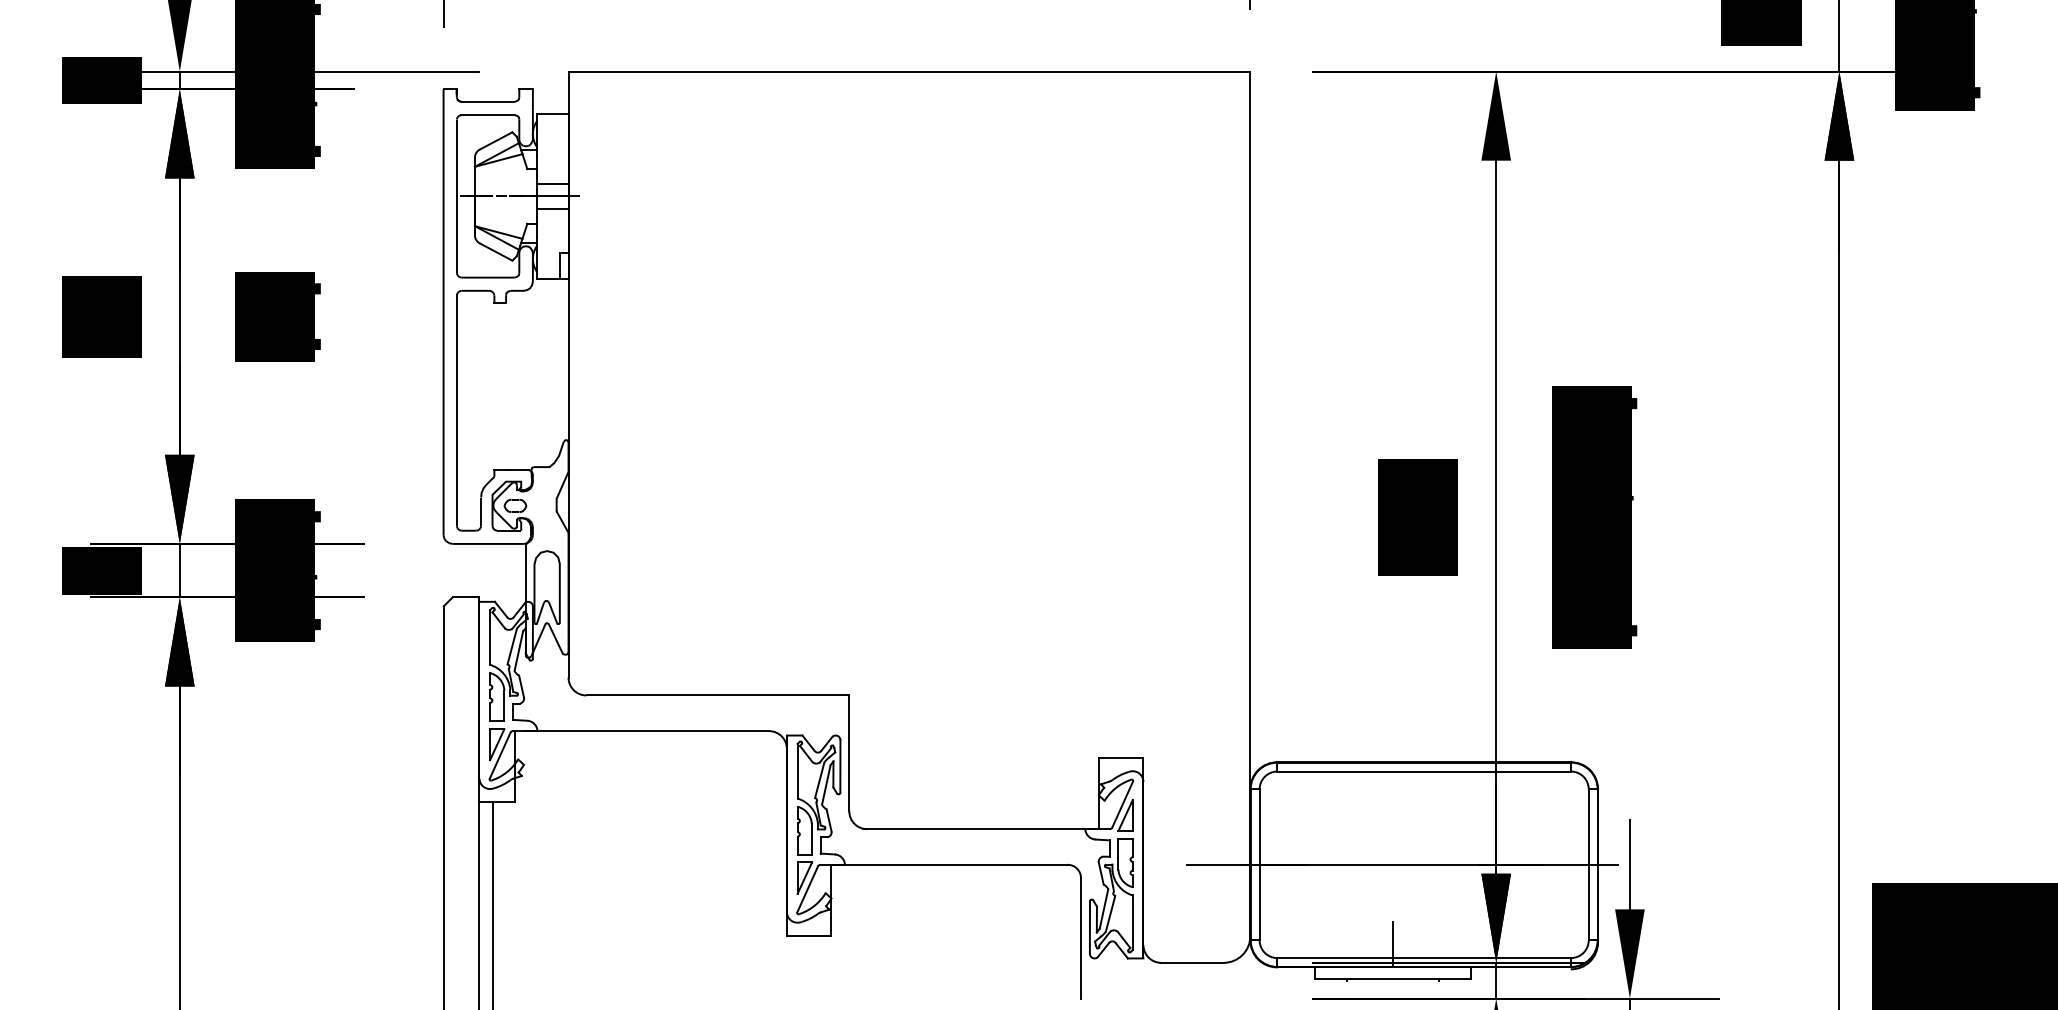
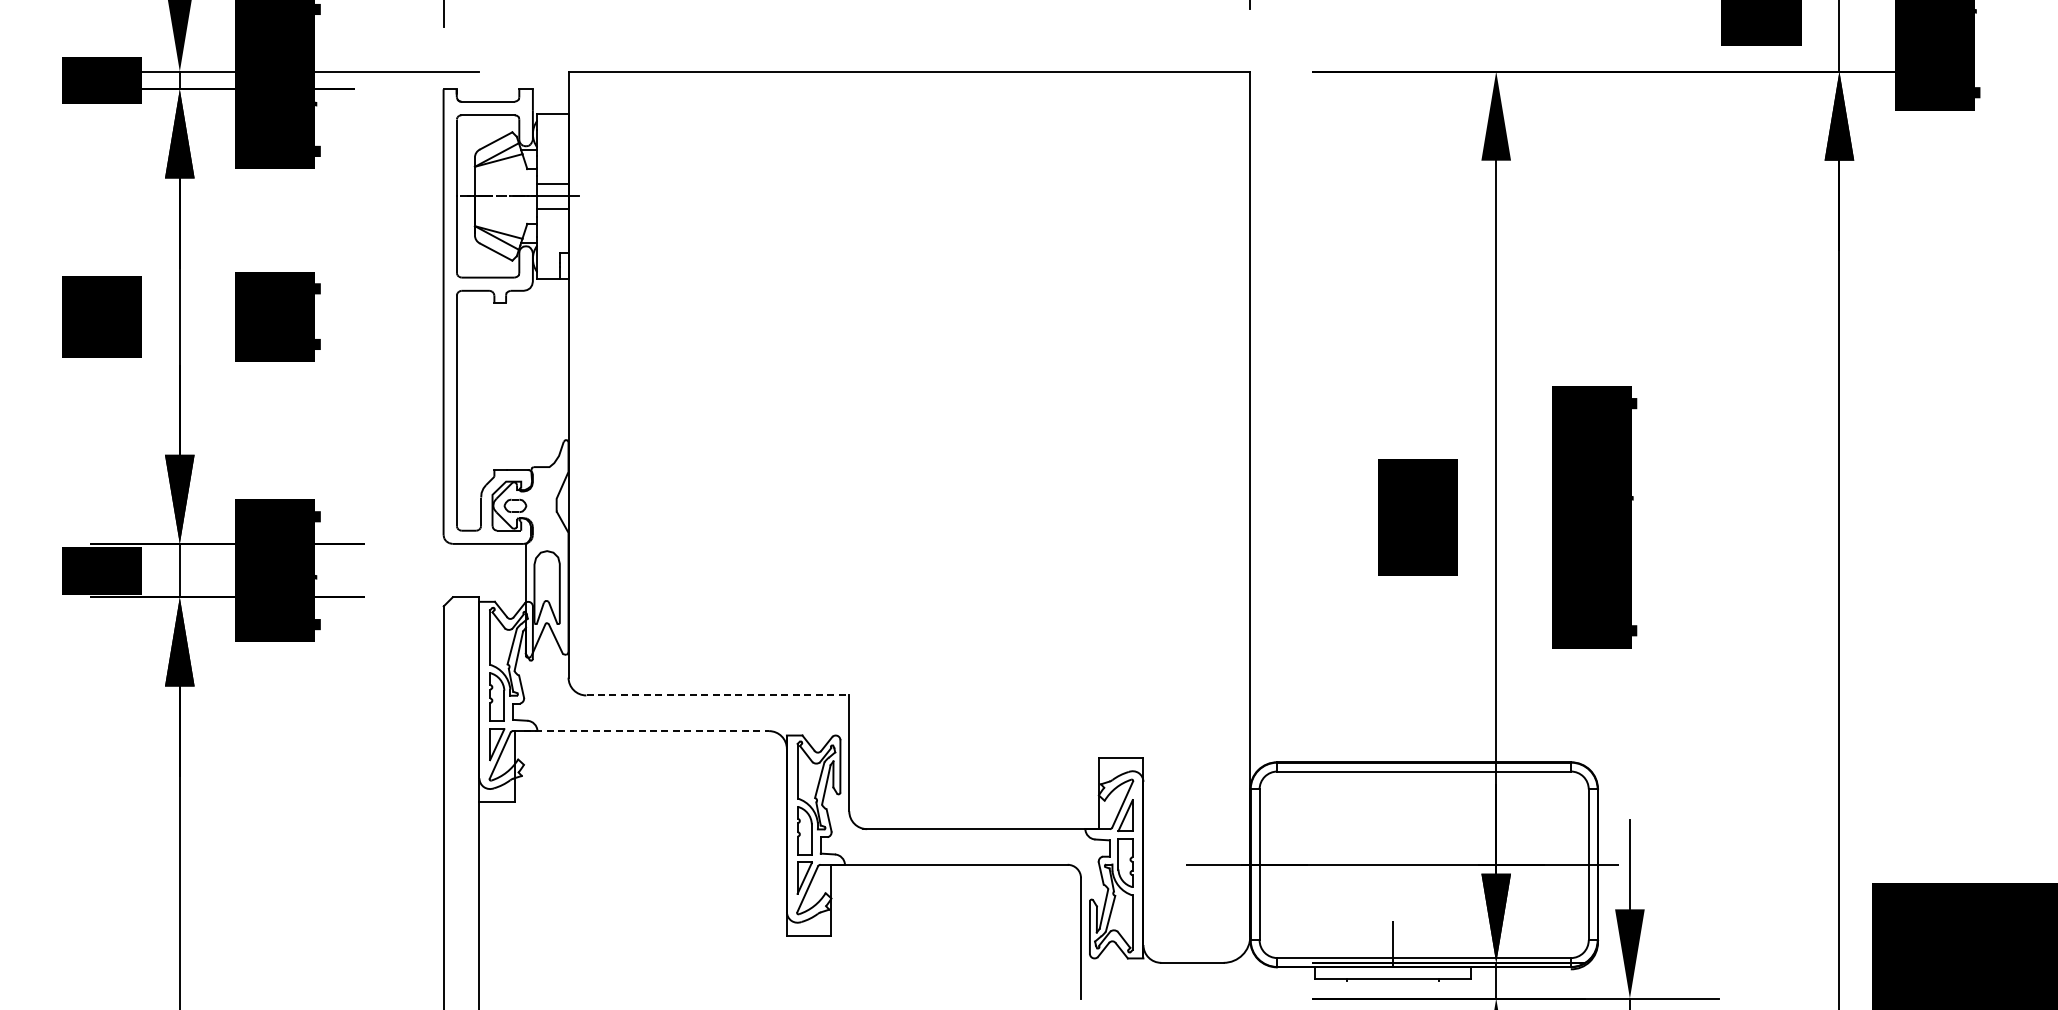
line at (718, 695): solid -> dashed
line at (646, 731): solid -> dashed
line at (492, 904): present -> none
